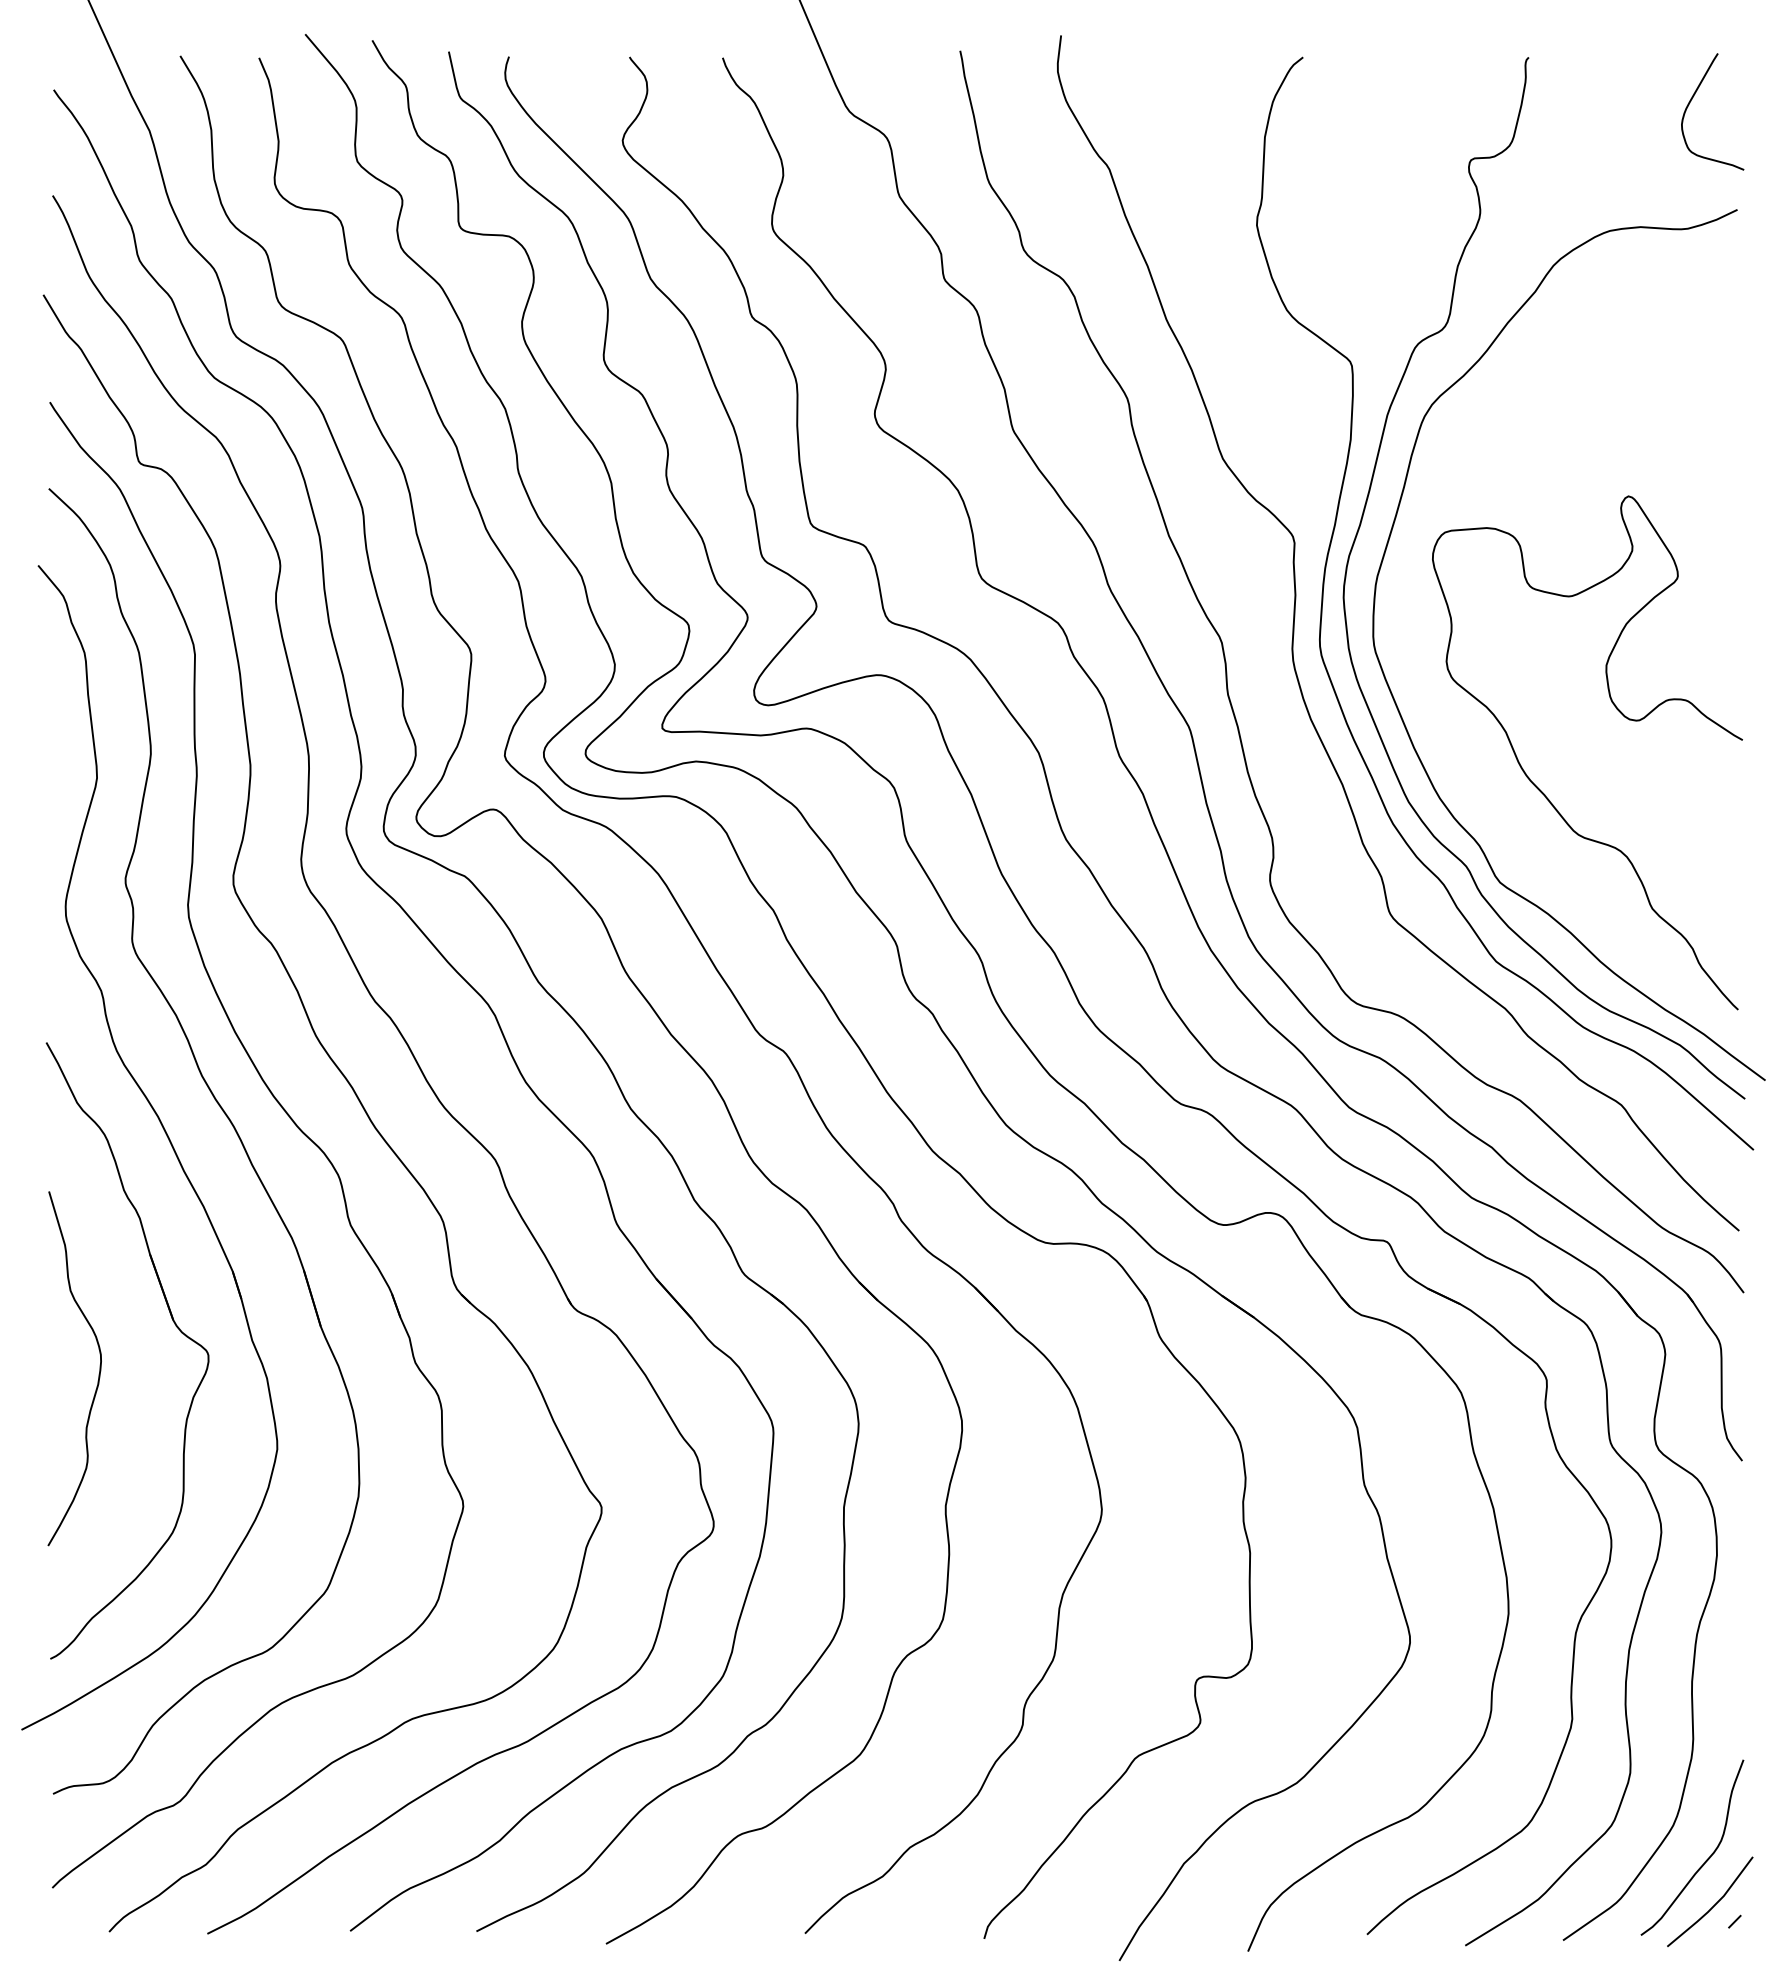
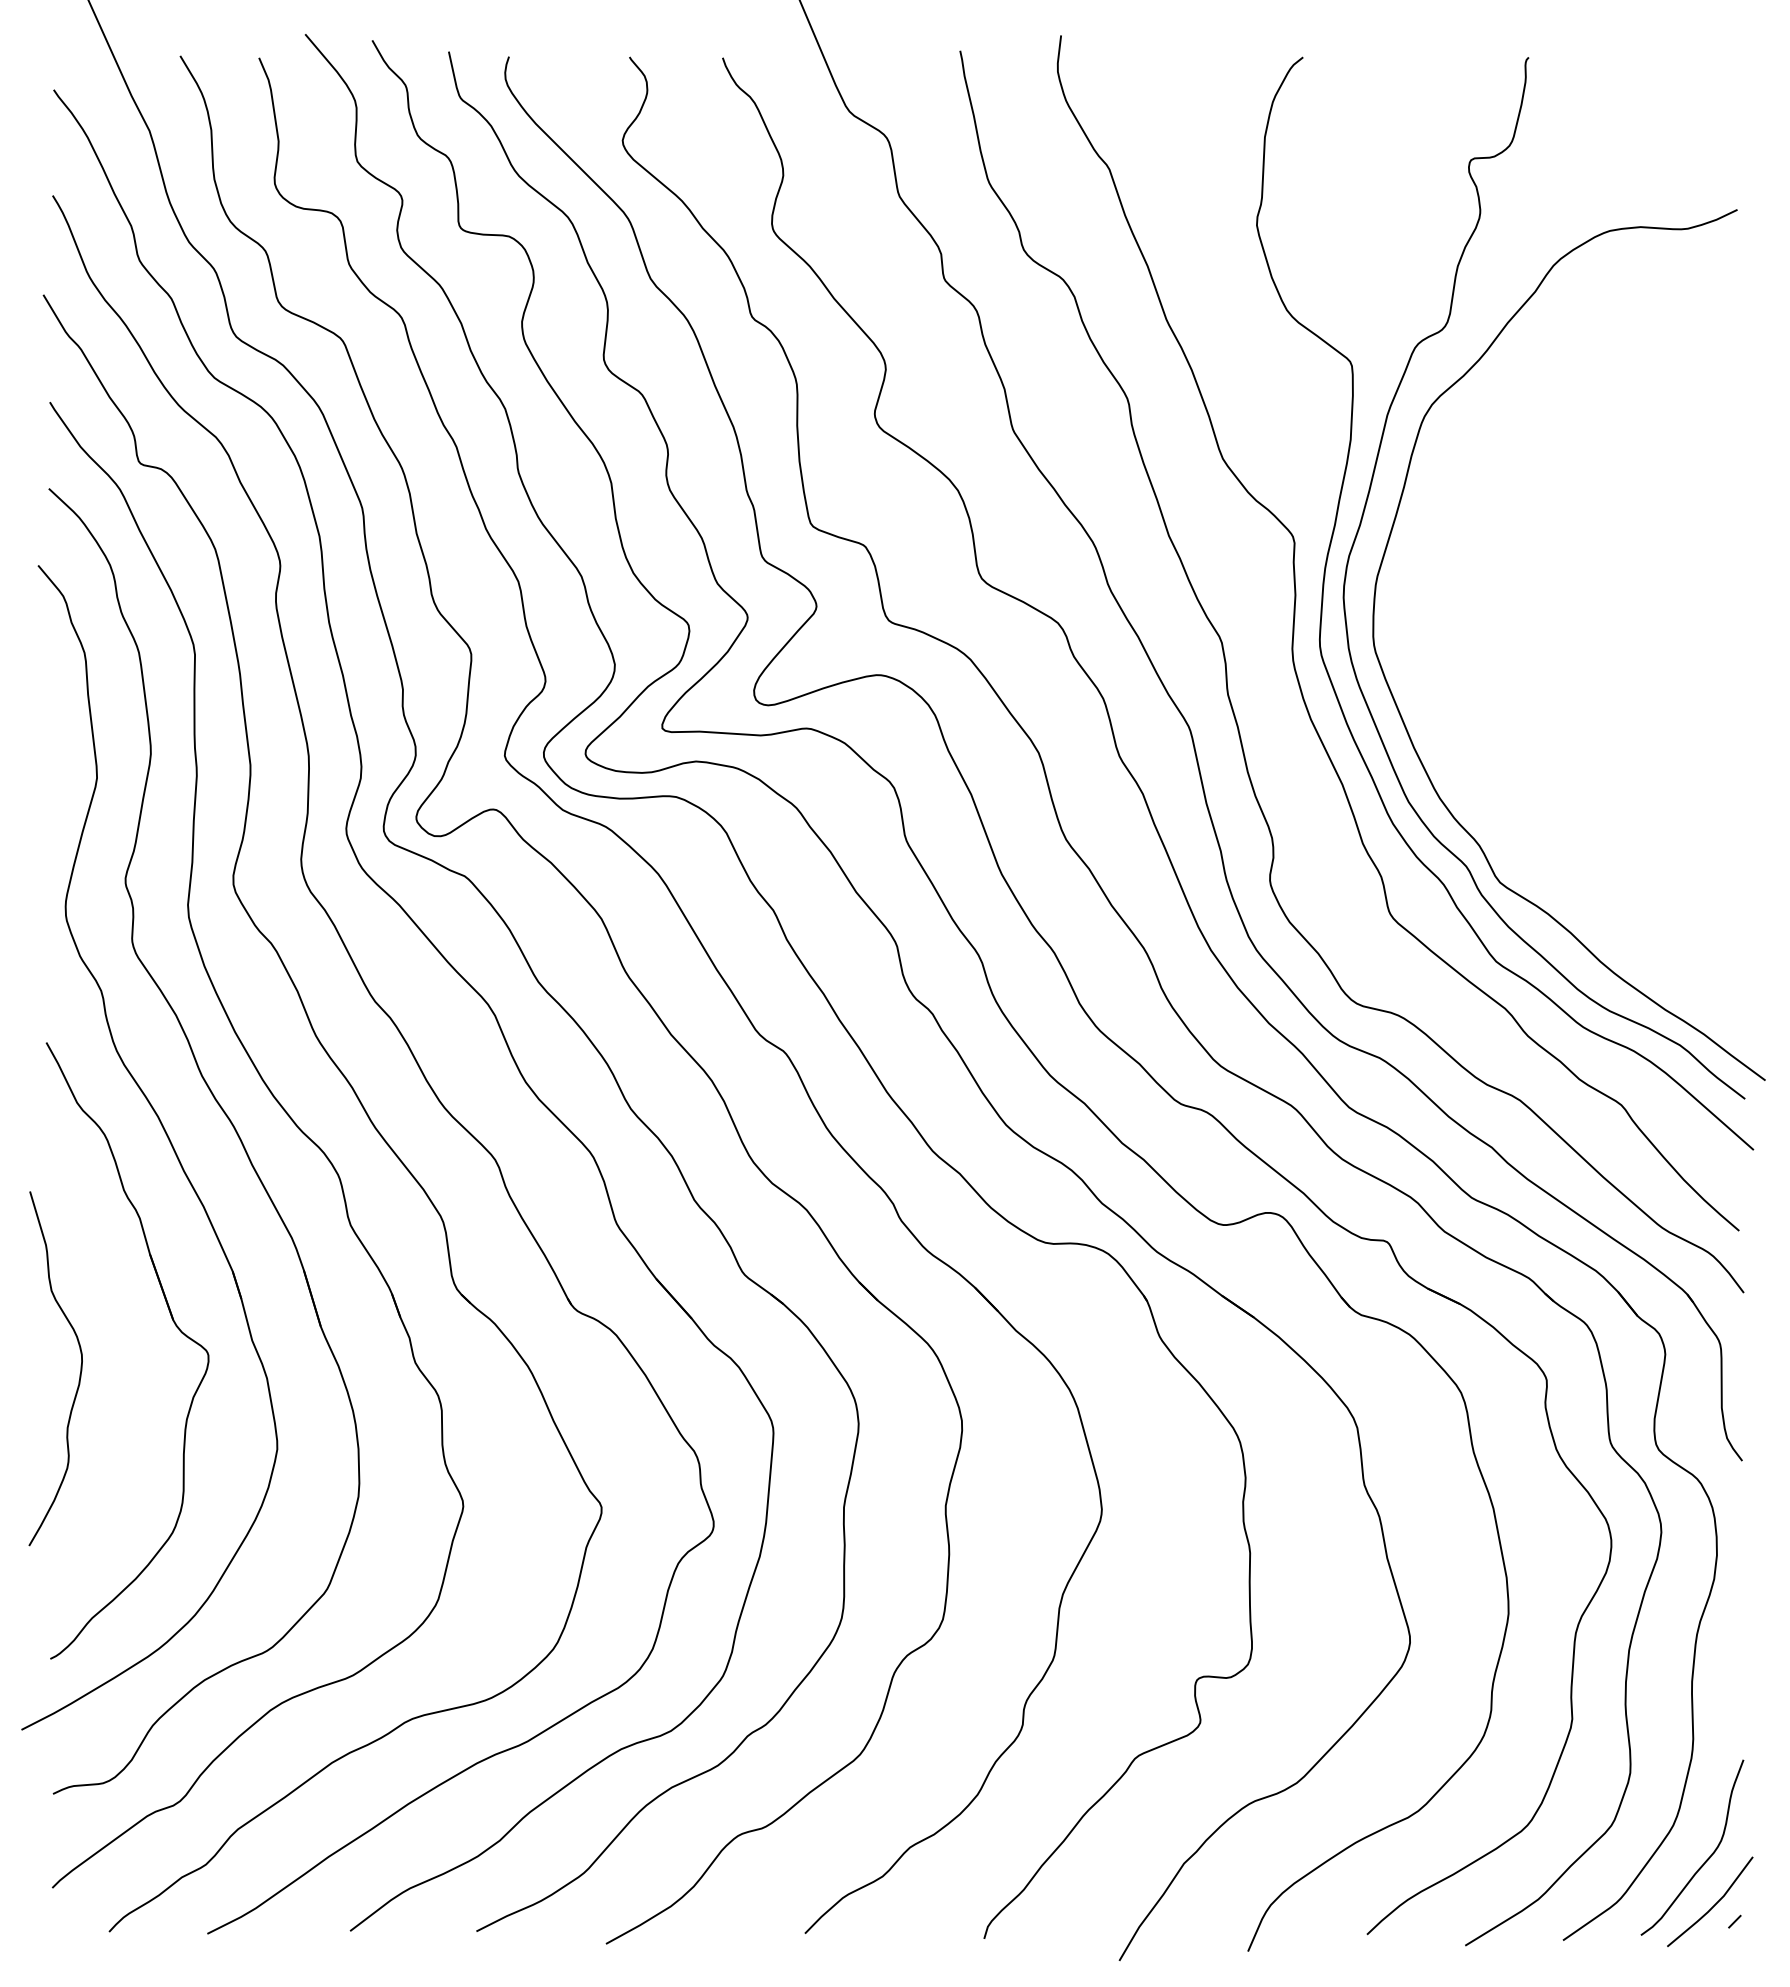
curve at (1691, 101): present -> none
curve at (1623, 716): present -> none
curve at (98, 1374) position: (98, 1374) -> (79, 1374)
